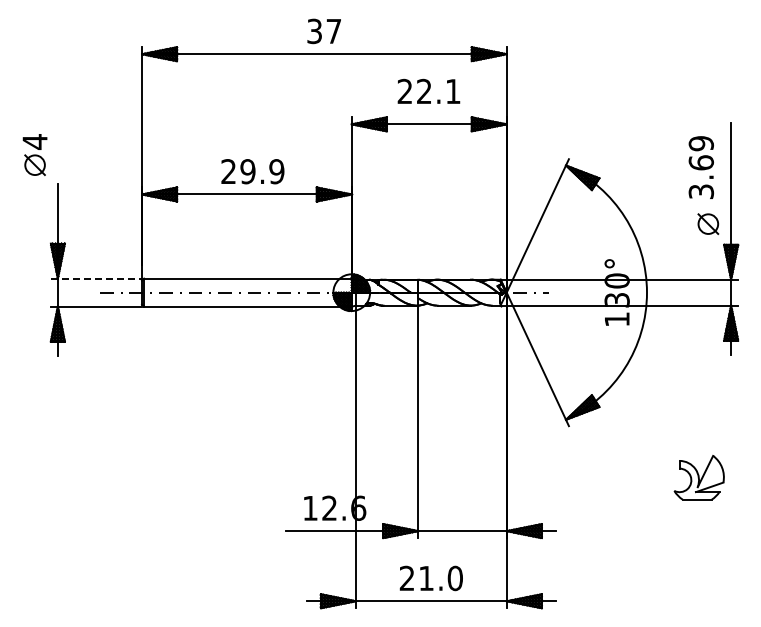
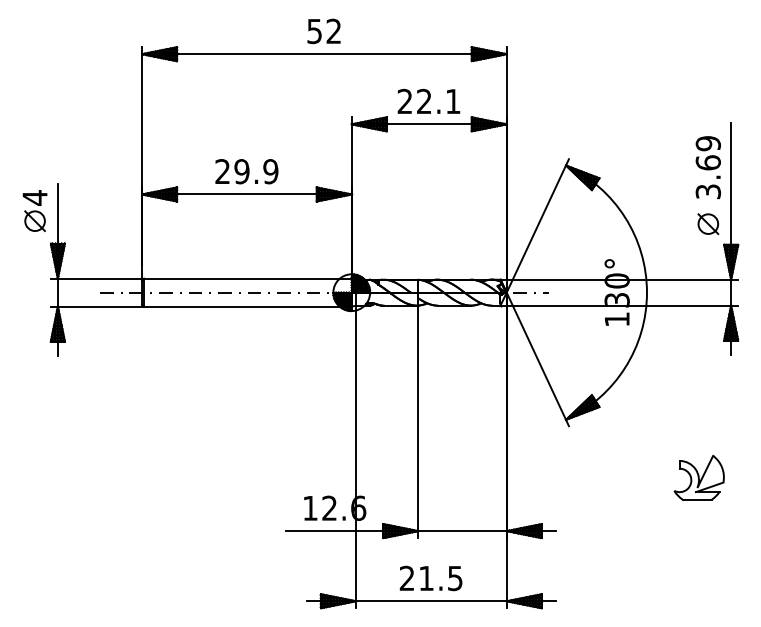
text at (324, 30): 37 -> 52
text at (428, 90) position: (428, 90) -> (428, 100)
part at (34, 154) position: (34, 154) -> (34, 210)
text at (700, 167) position: (700, 167) -> (707, 167)
text at (252, 171) position: (252, 171) -> (246, 171)
line at (96, 278): dashed -> solid
text at (454, 578): 21.0 -> 21.5
